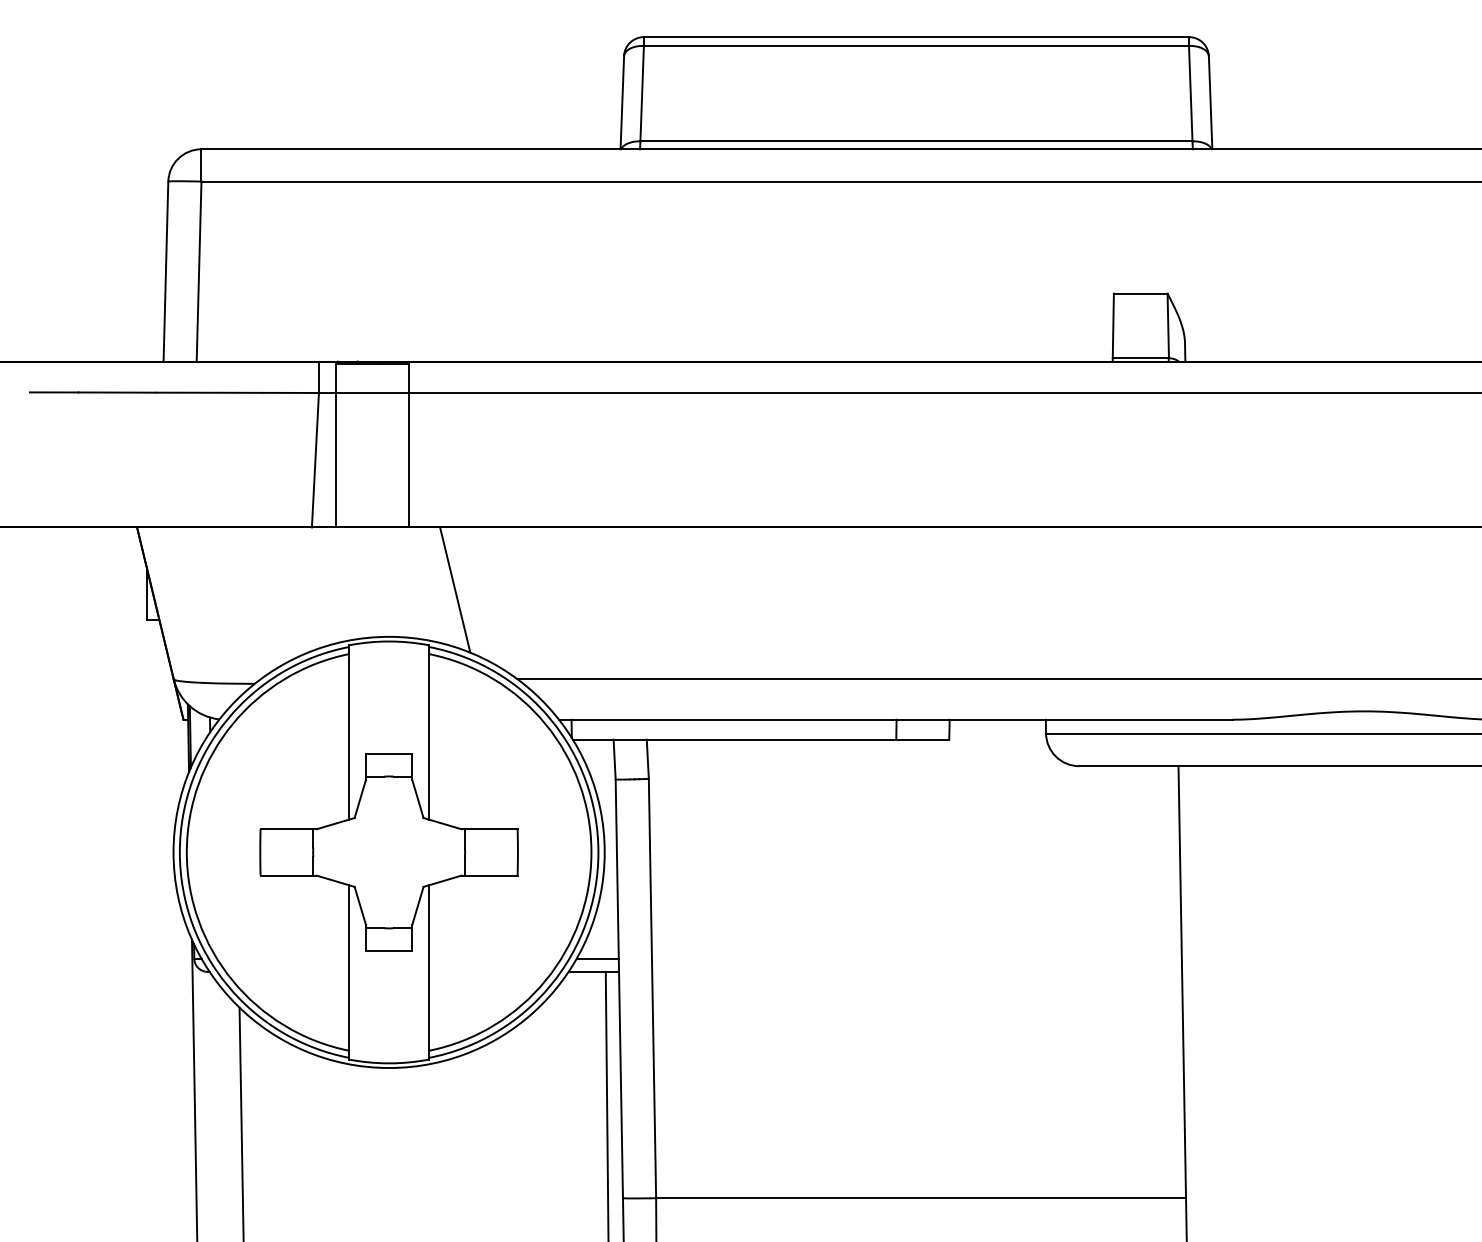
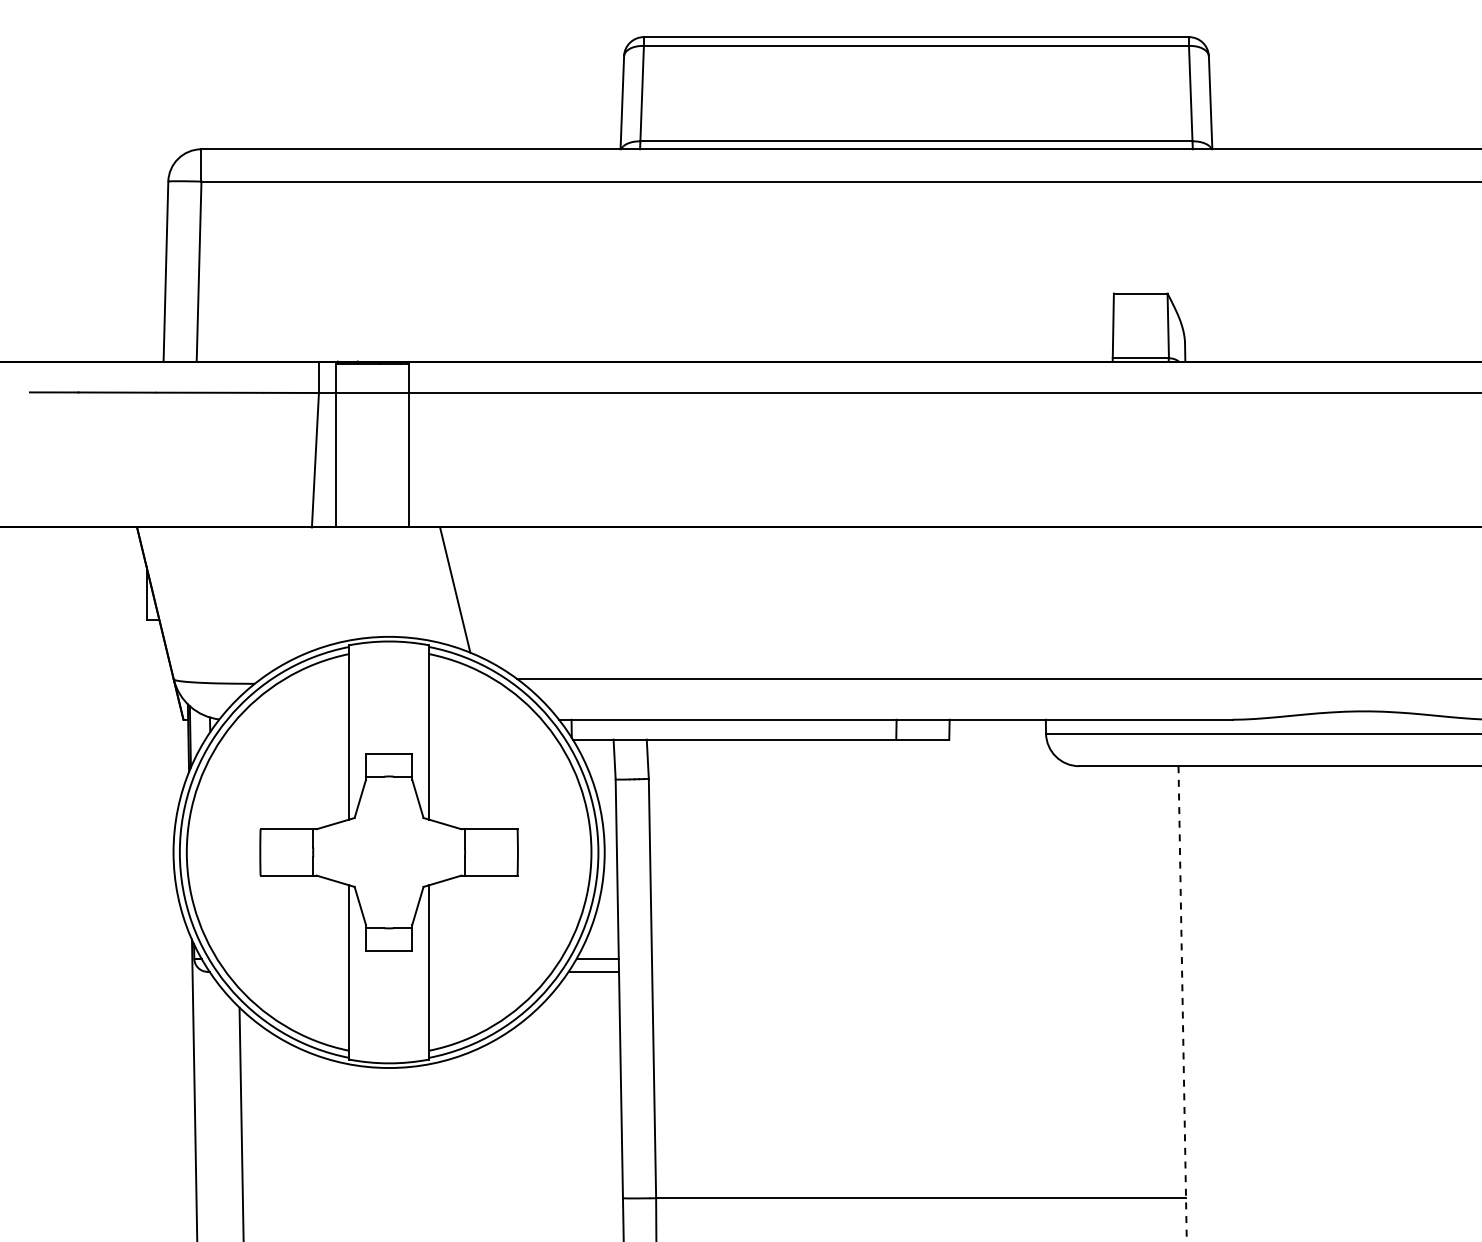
line at (1182, 1003): solid -> dashed
line at (606, 1104): present -> none
